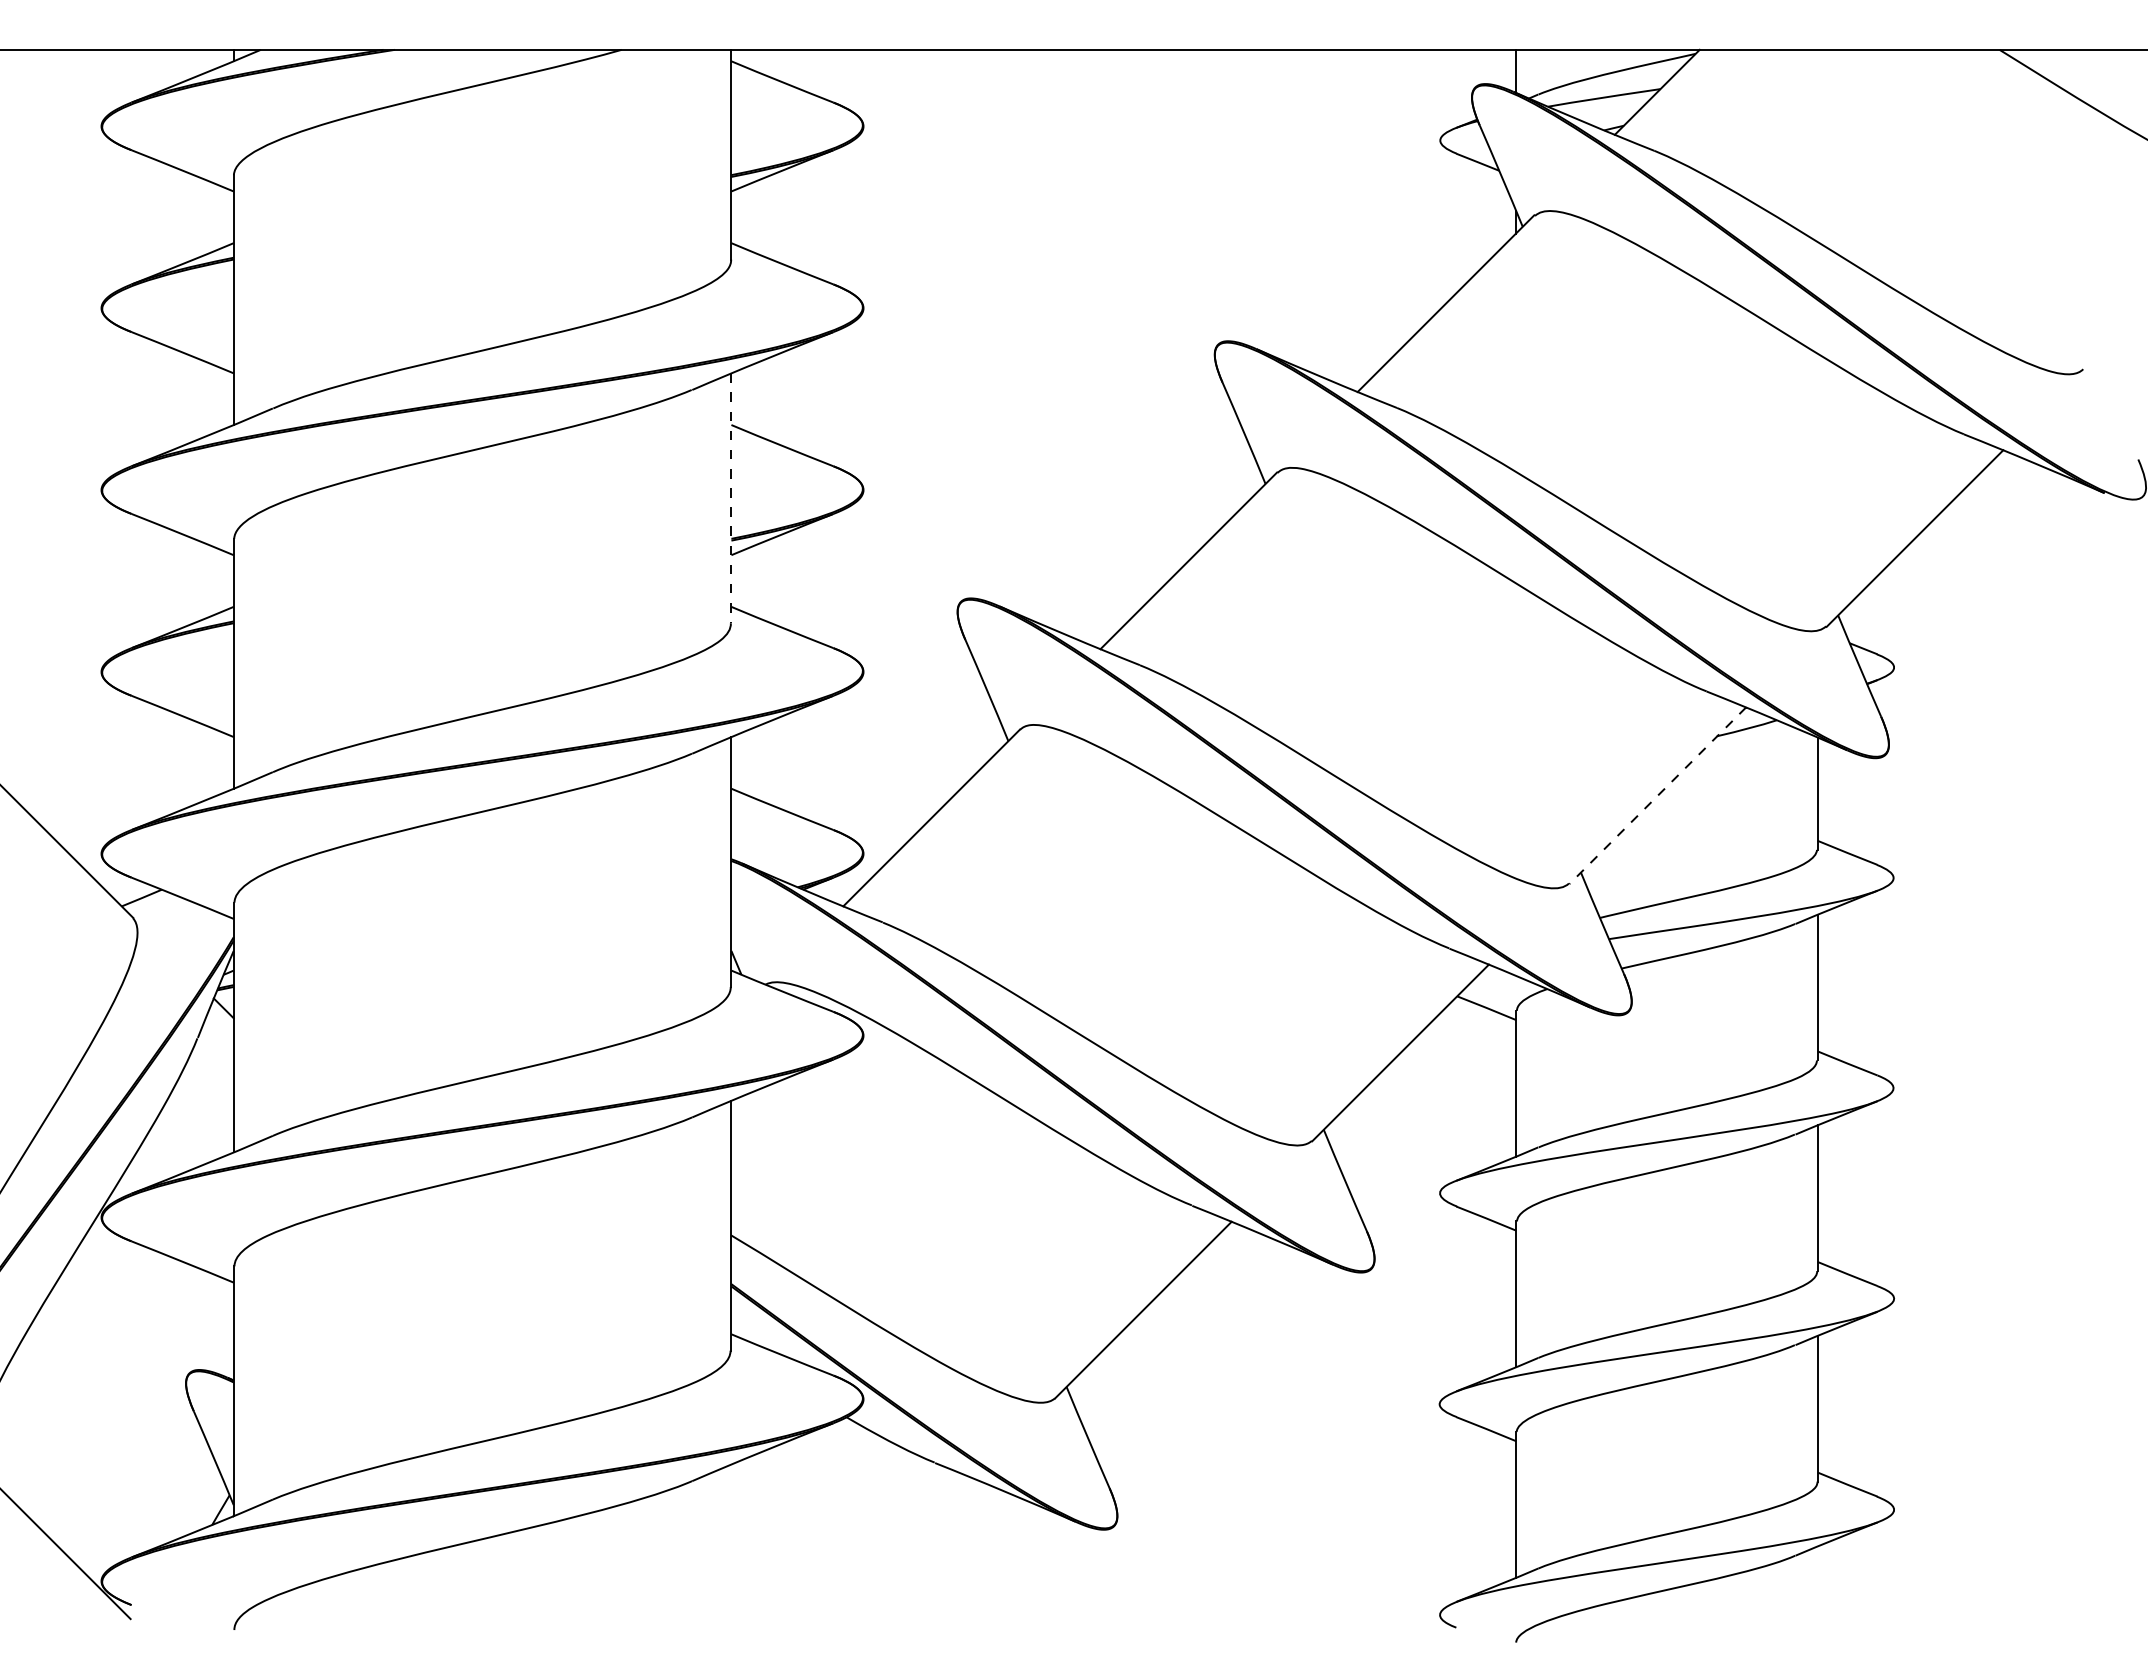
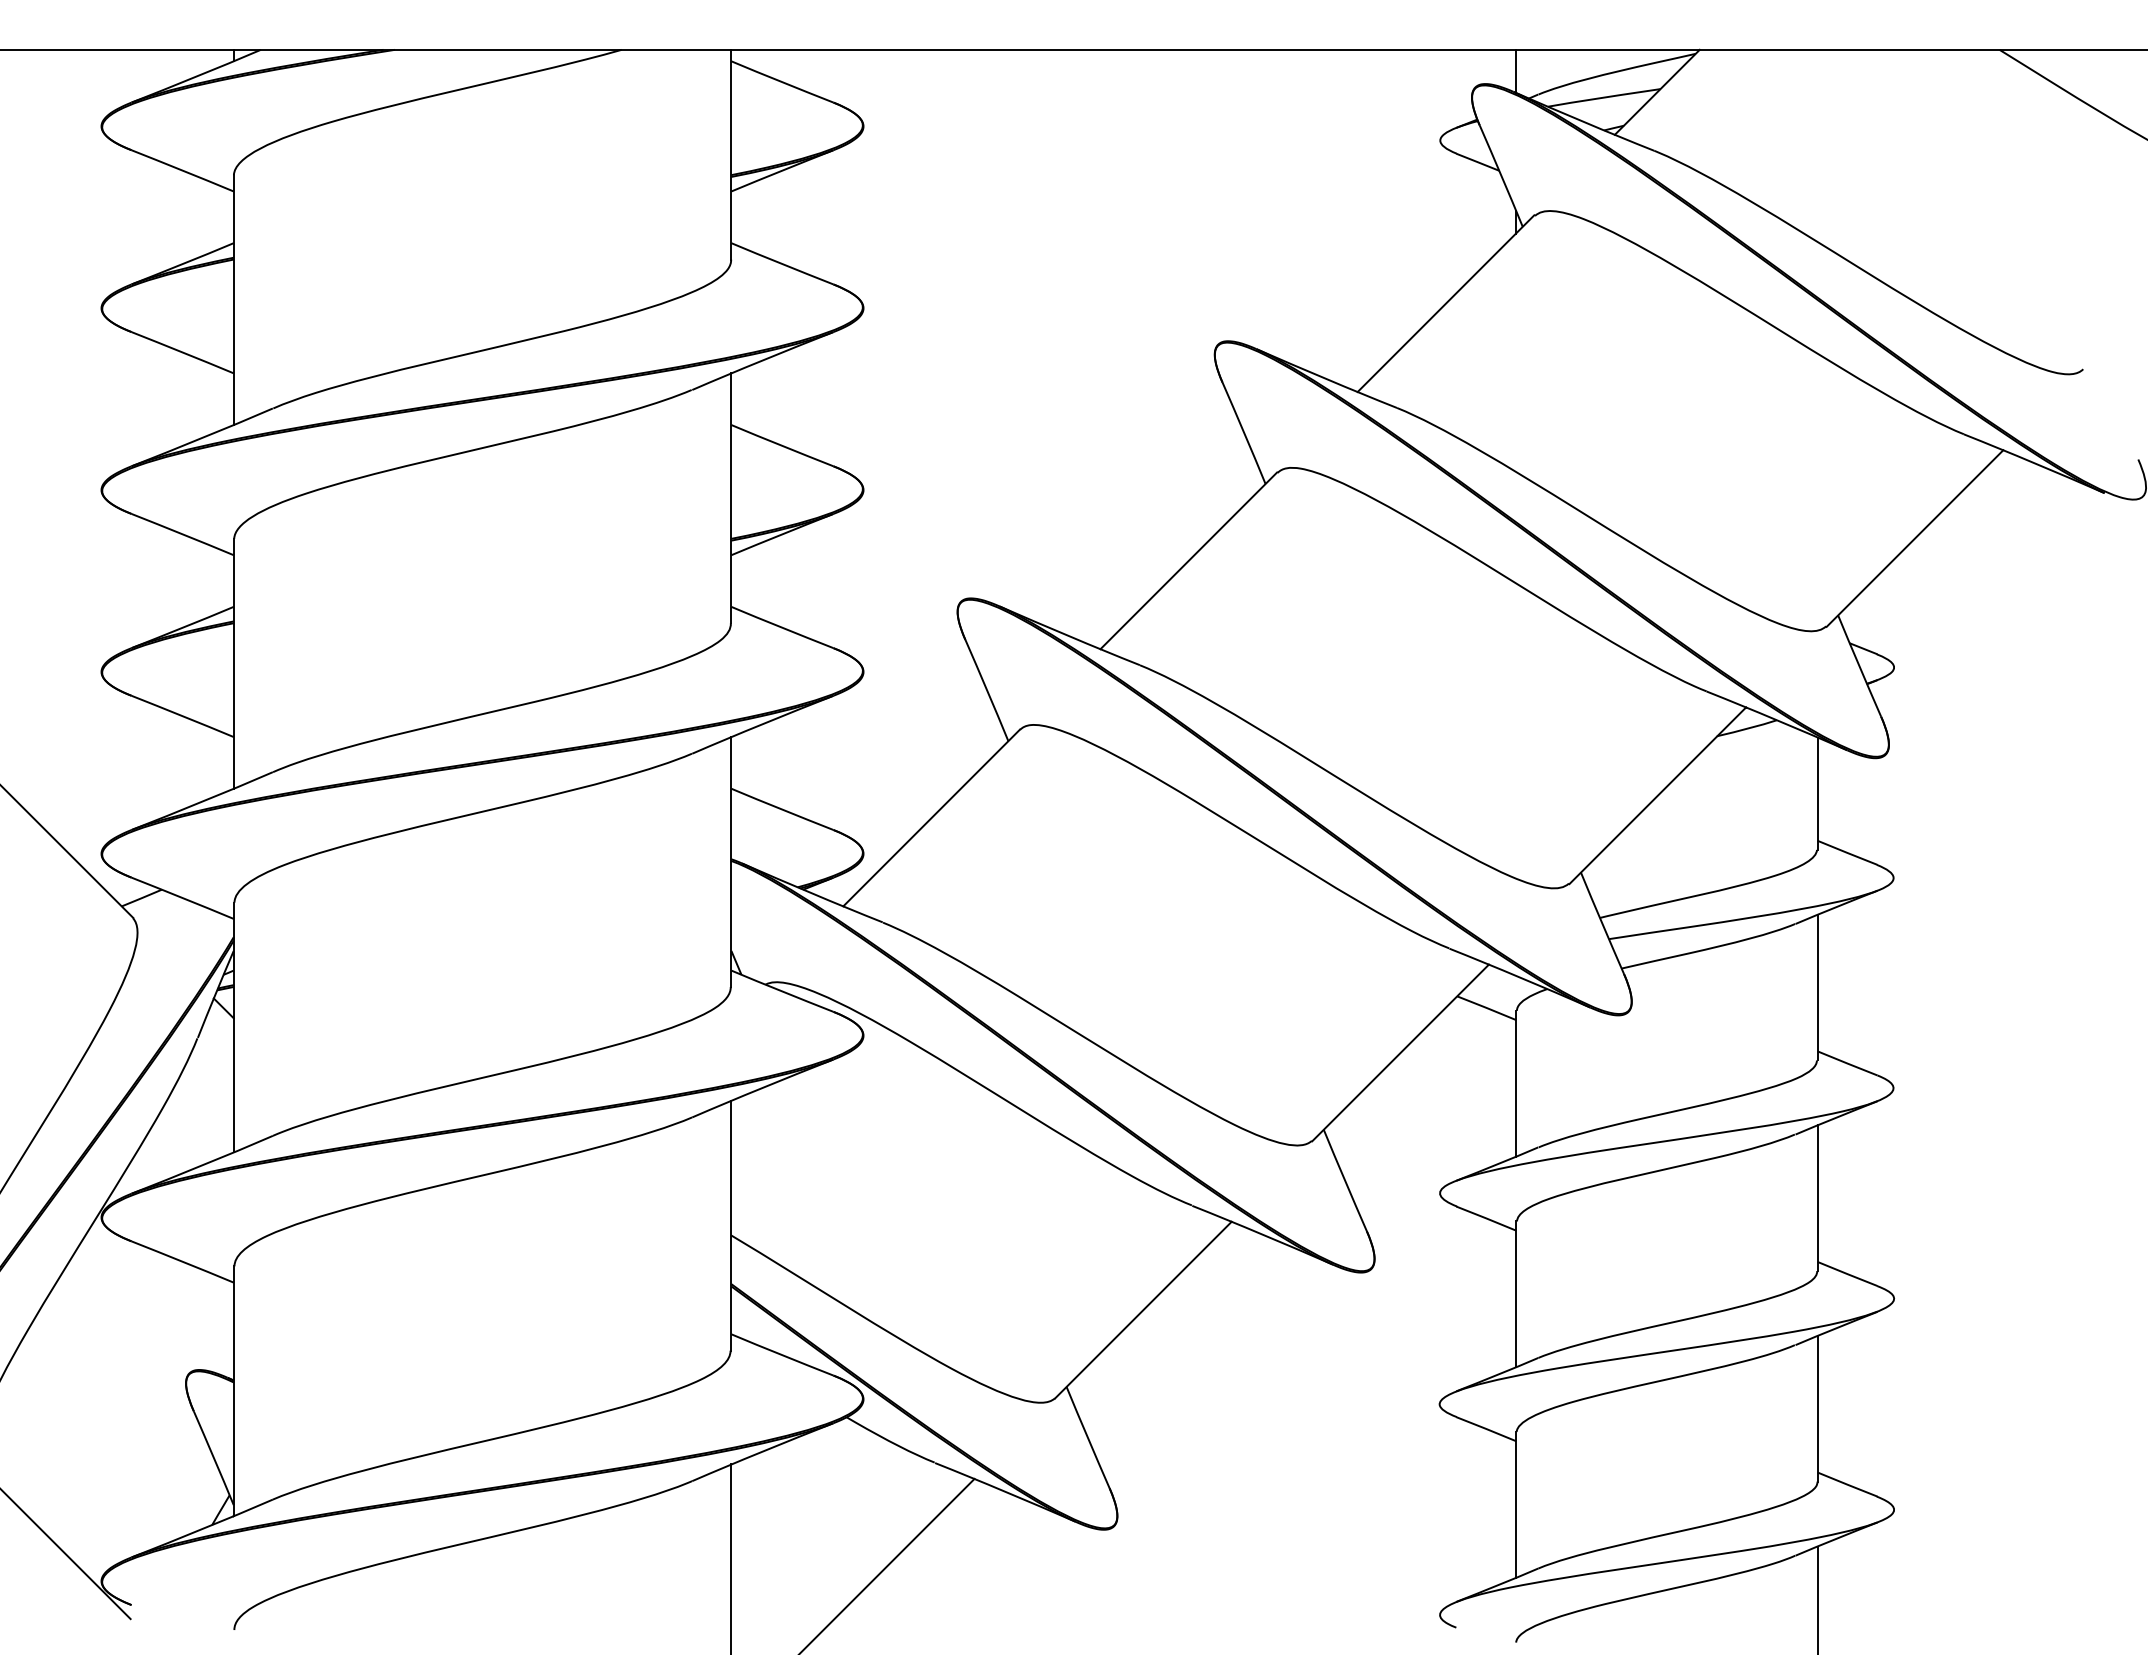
line at (731, 498): dashed -> solid
line at (1657, 795): dashed -> solid
line at (731, 1557): none -> present
line at (888, 1564): none -> present
line at (1817, 1598): none -> present
